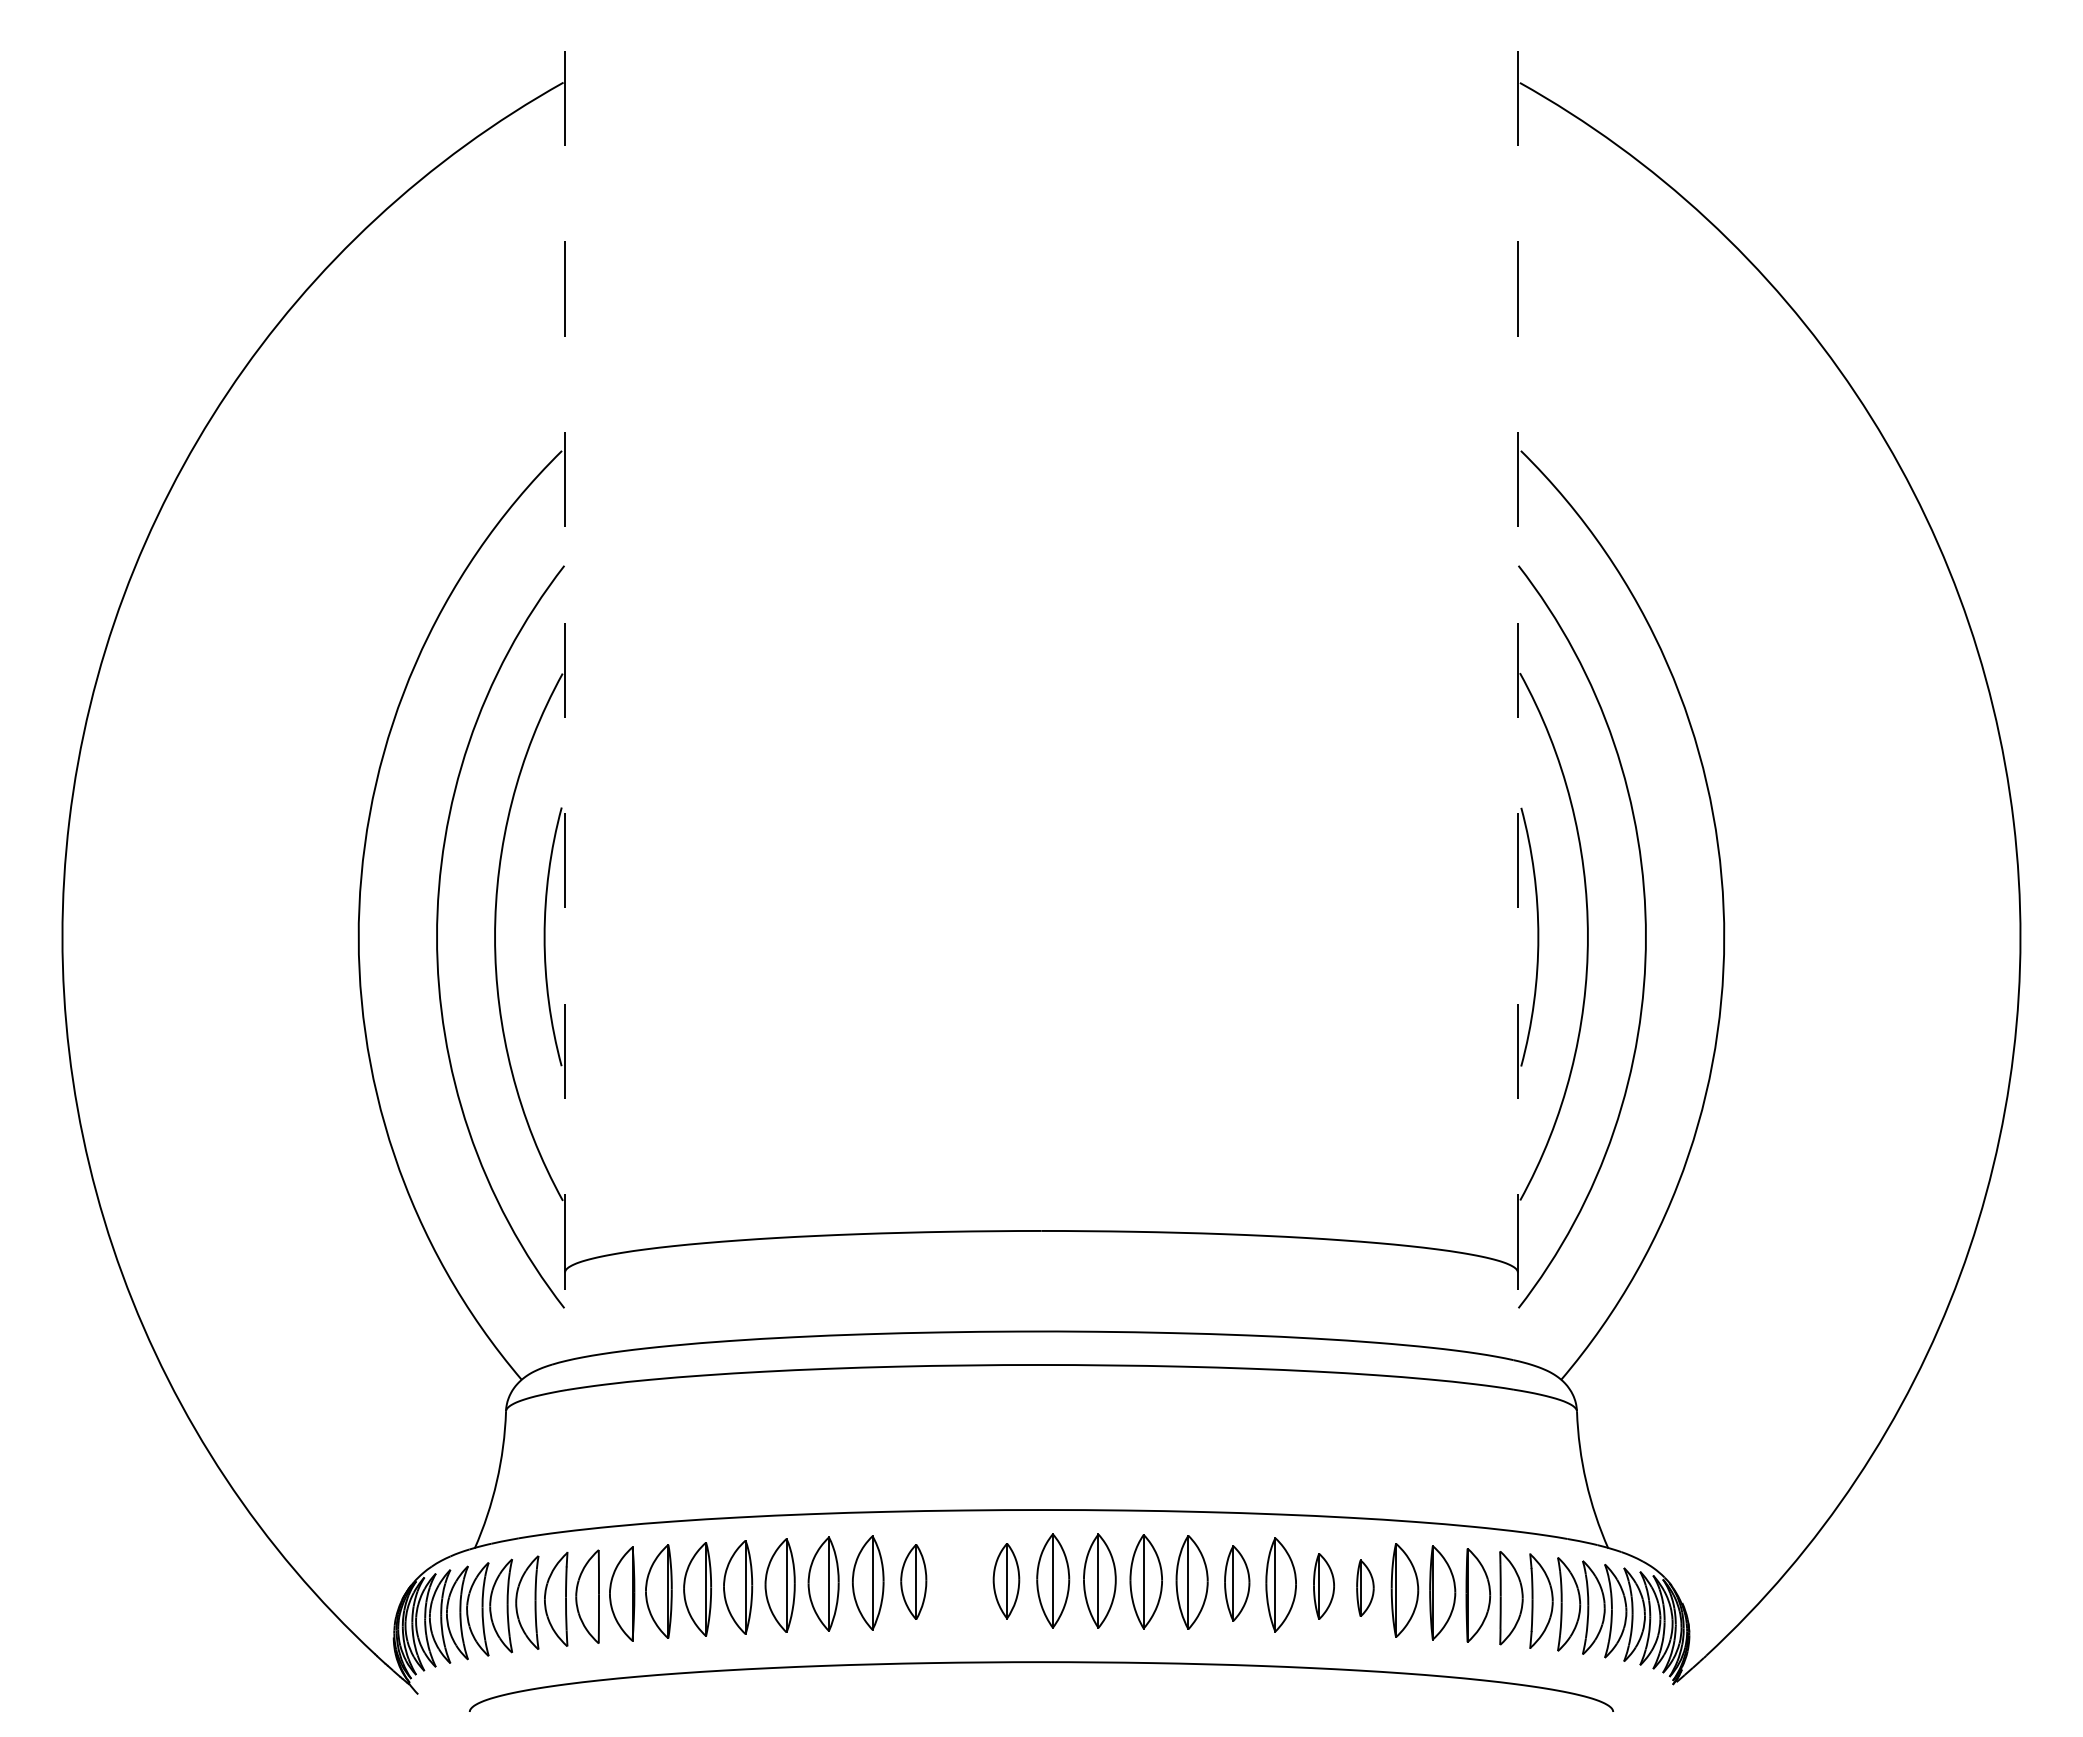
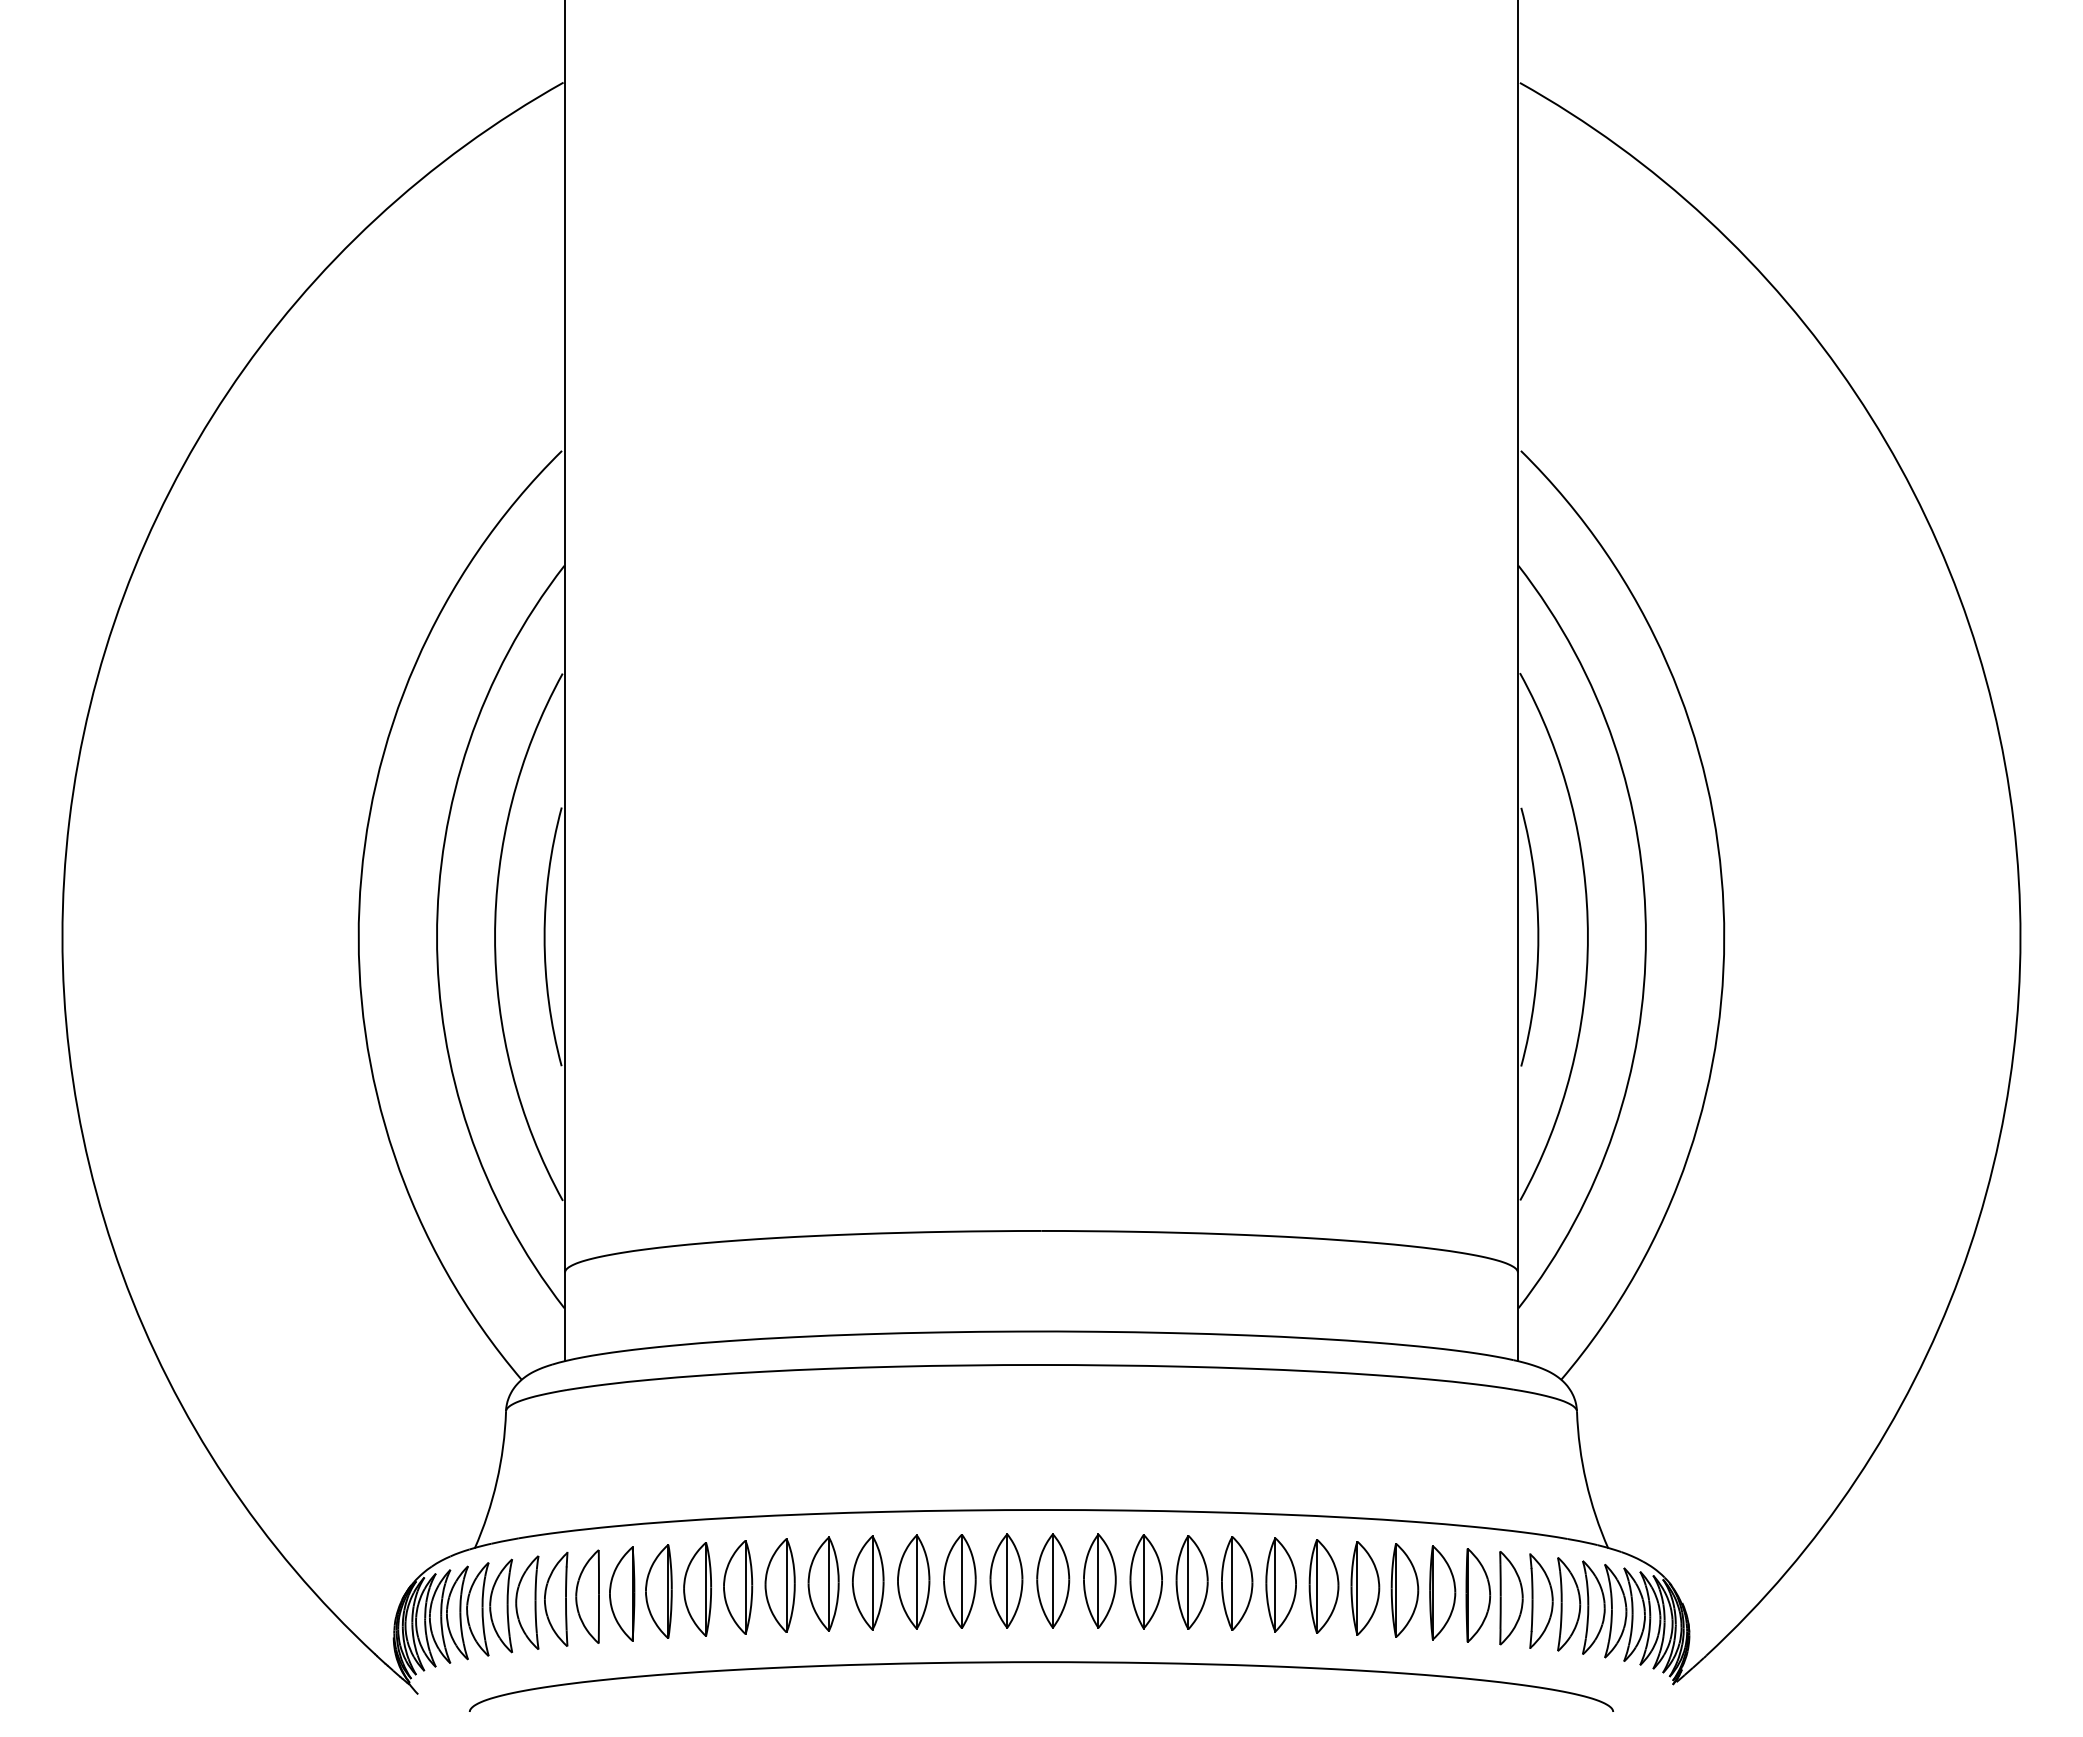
line at (565, 681): dashed -> solid
line at (1517, 681): dashed -> solid
part at (913, 1581) size: 28x76 px -> 34x96 px
part at (959, 1581): none -> present
part at (1006, 1581) size: 29x77 px -> 35x96 px
part at (1237, 1583) size: 27x77 px -> 33x95 px
part at (1323, 1586) size: 22x67 px -> 32x95 px
part at (1365, 1587) size: 19x58 px -> 31x95 px
